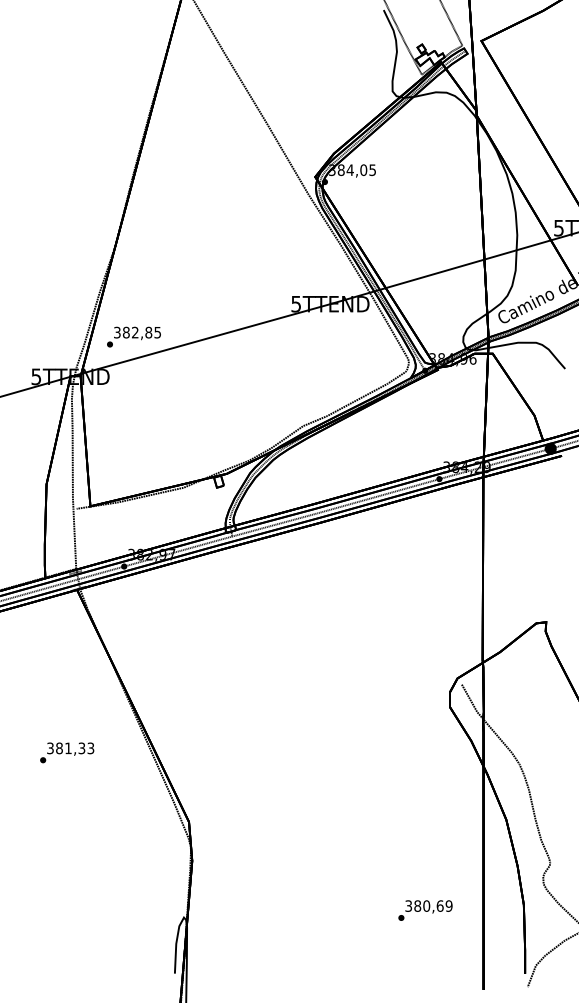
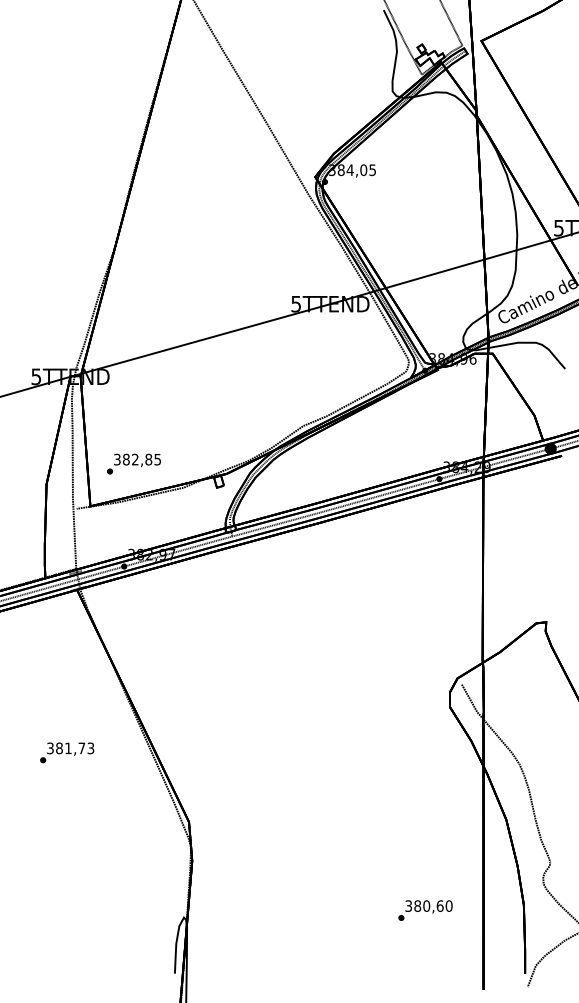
text at (133, 336) position: (133, 336) -> (133, 463)
text at (81, 748): 381,33 -> 381,73
text at (448, 905): 380,69 -> 380,60
